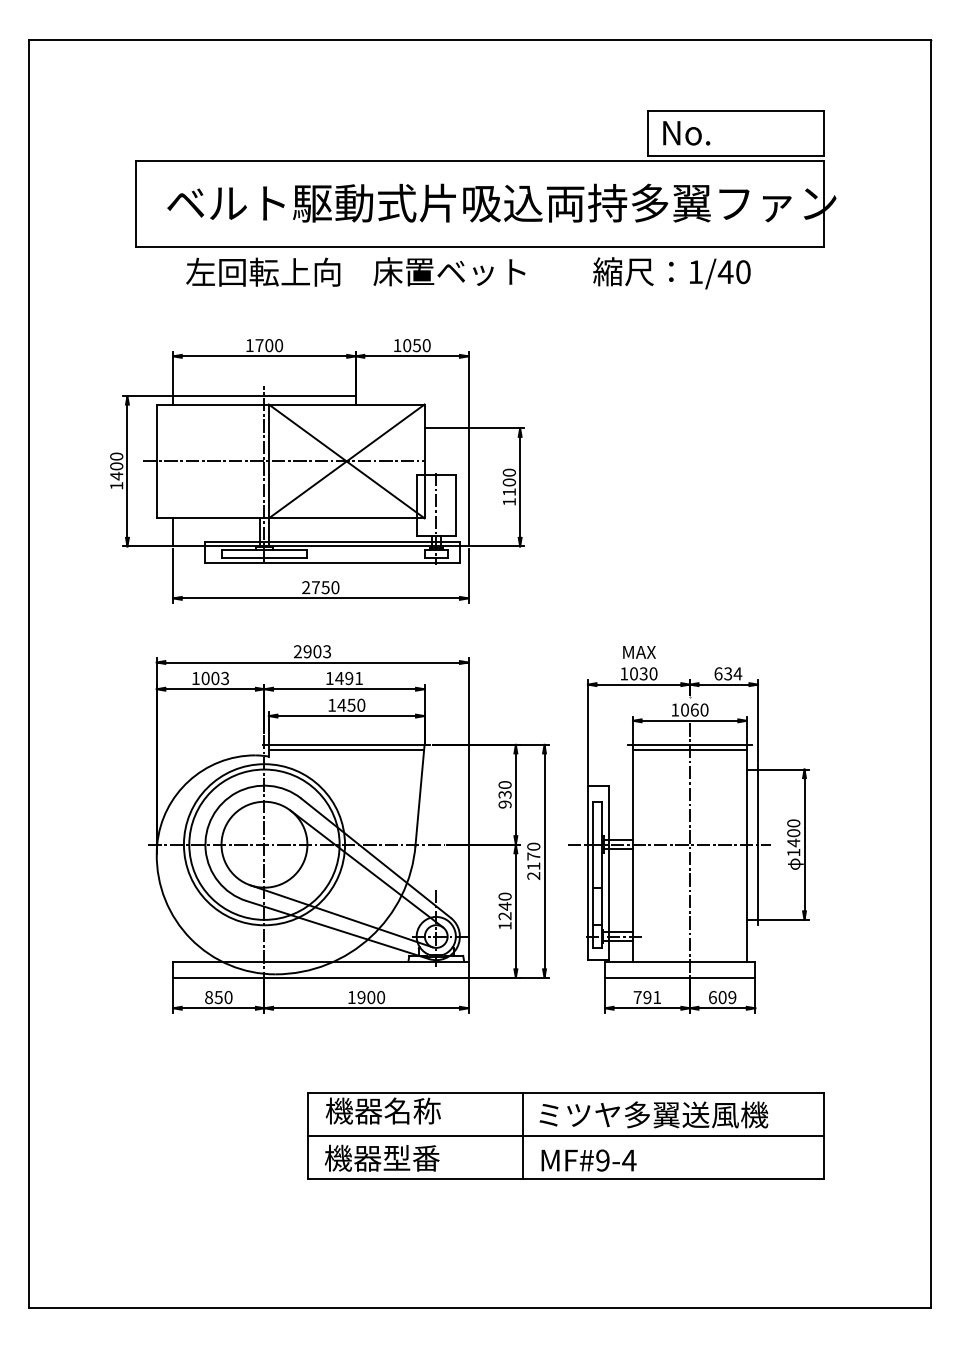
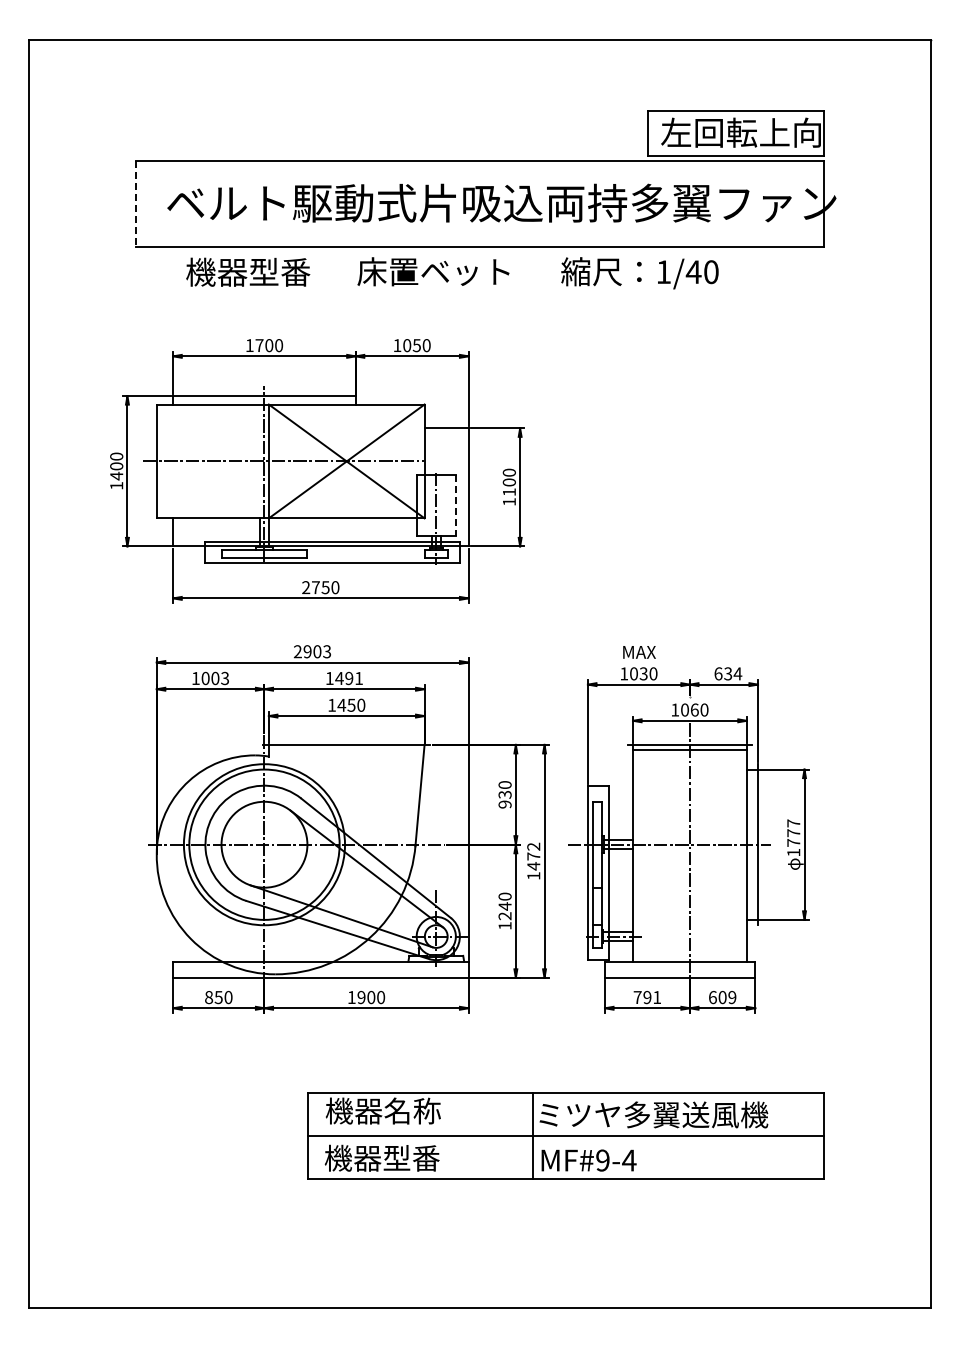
text at (740, 132): No. -> 左回転上向
line at (136, 203): solid -> dashed
text at (263, 271): 左回転上向 -> 機器型番
text at (449, 271) position: (449, 271) -> (433, 271)
text at (671, 273) position: (671, 273) -> (639, 273)
line at (455, 506): solid -> dashed
line at (346, 750): present -> none
text at (793, 833): 1400 -> 1777
text at (533, 860): 2170 -> 1472
line at (522, 1135) position: (522, 1135) -> (532, 1135)
